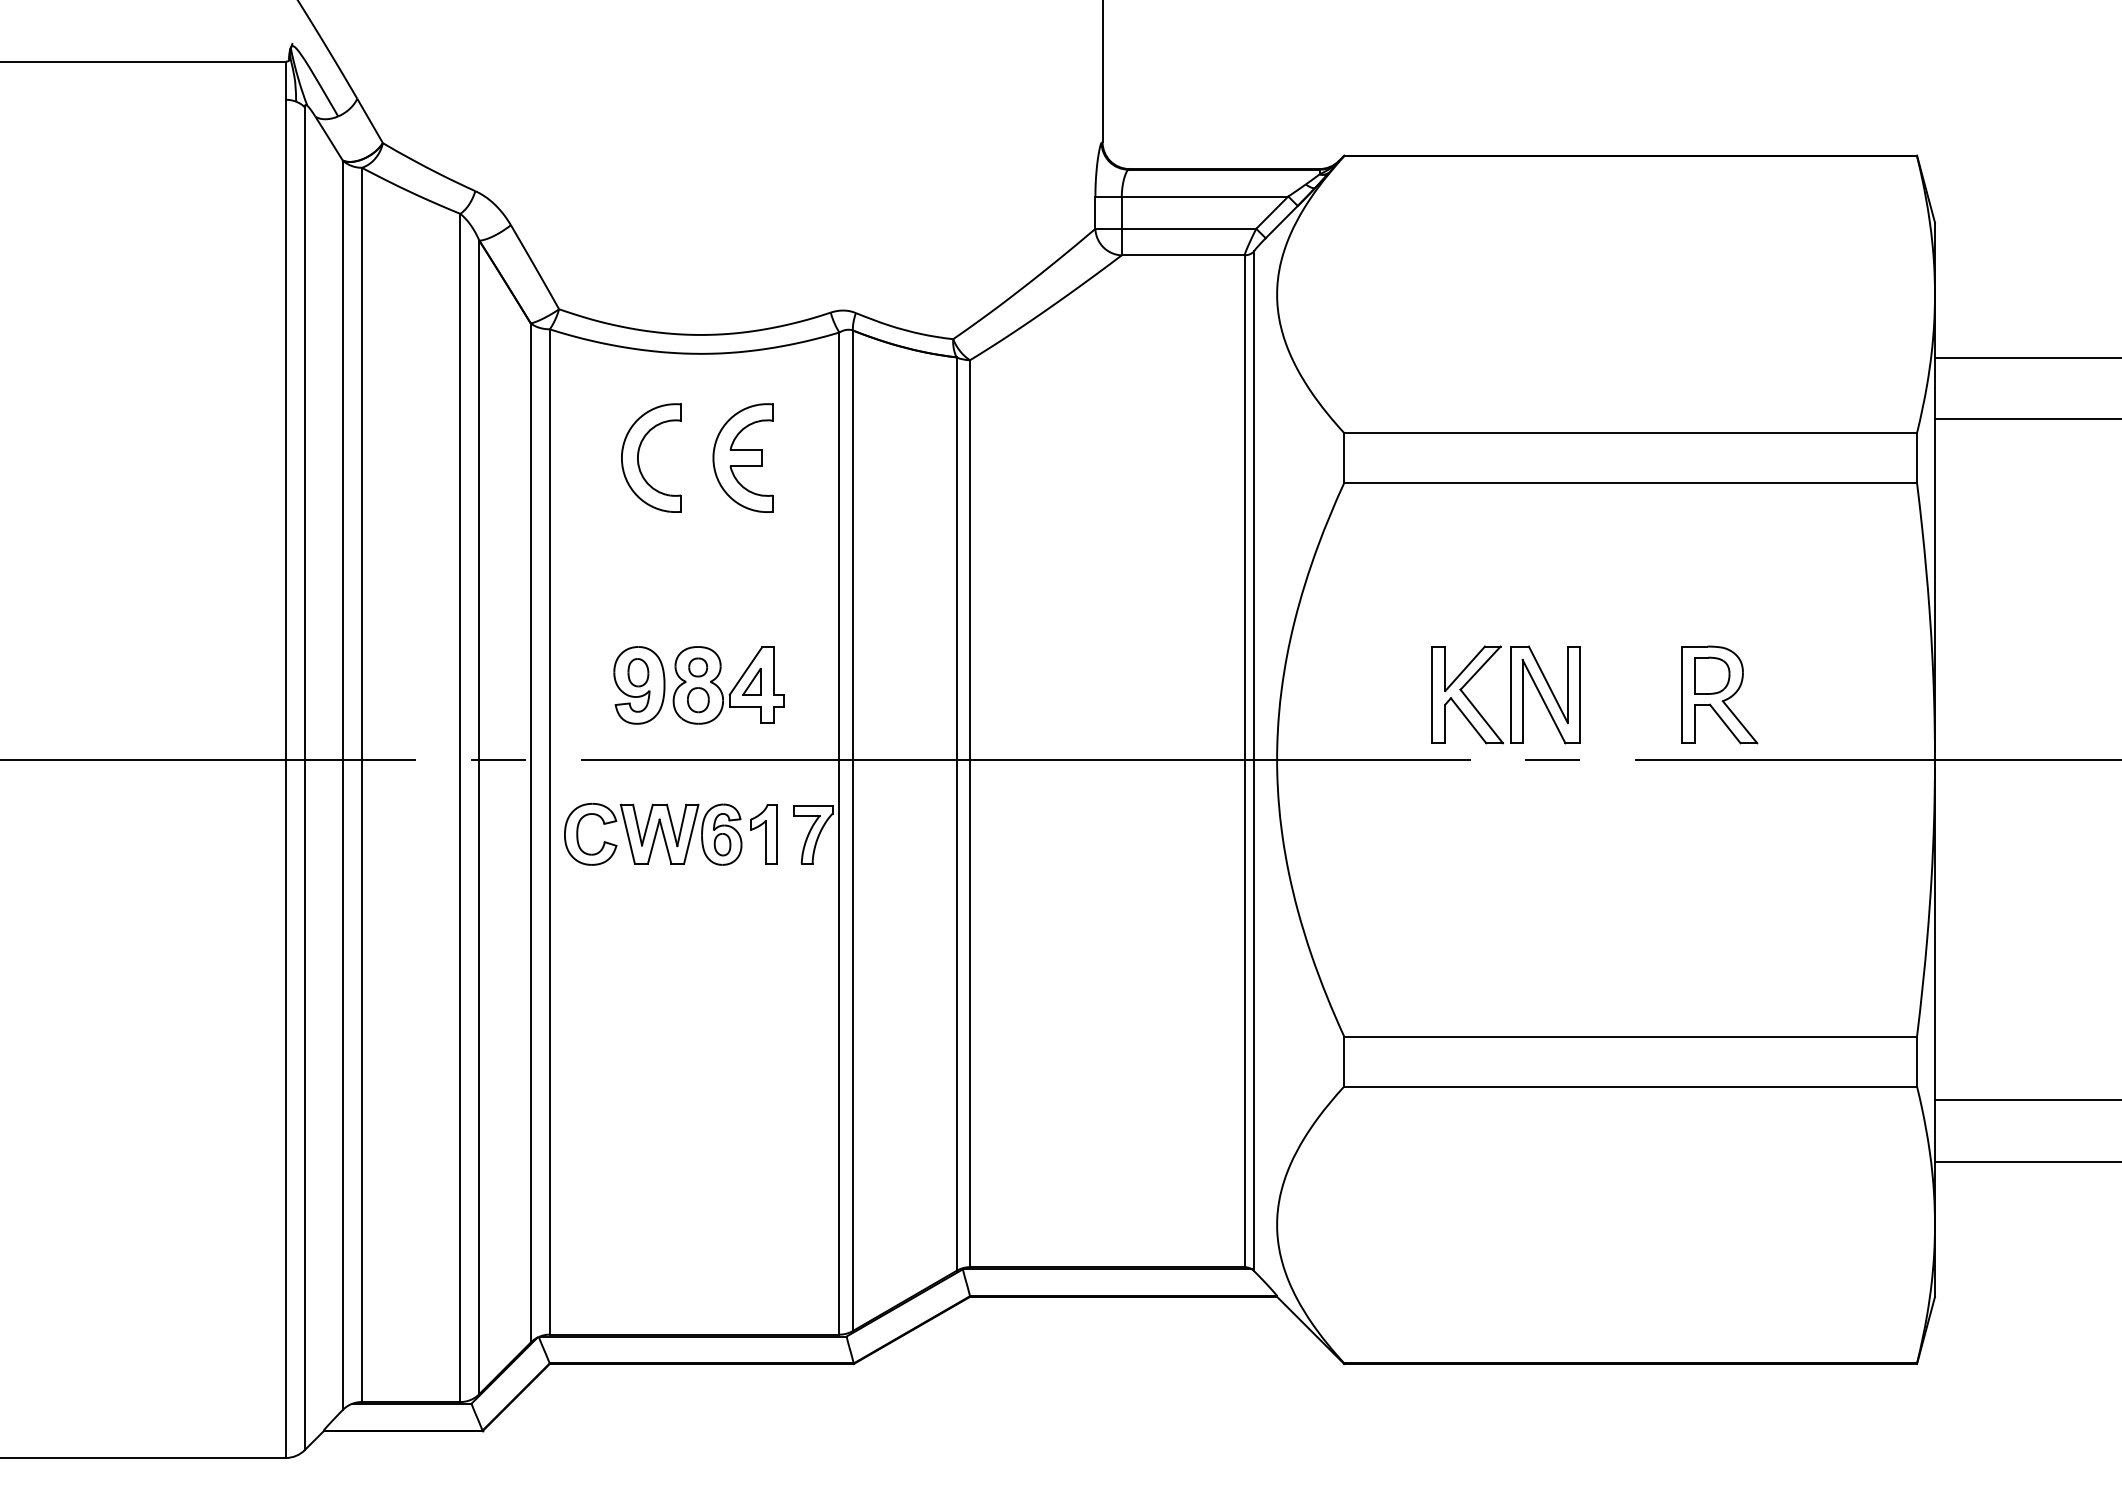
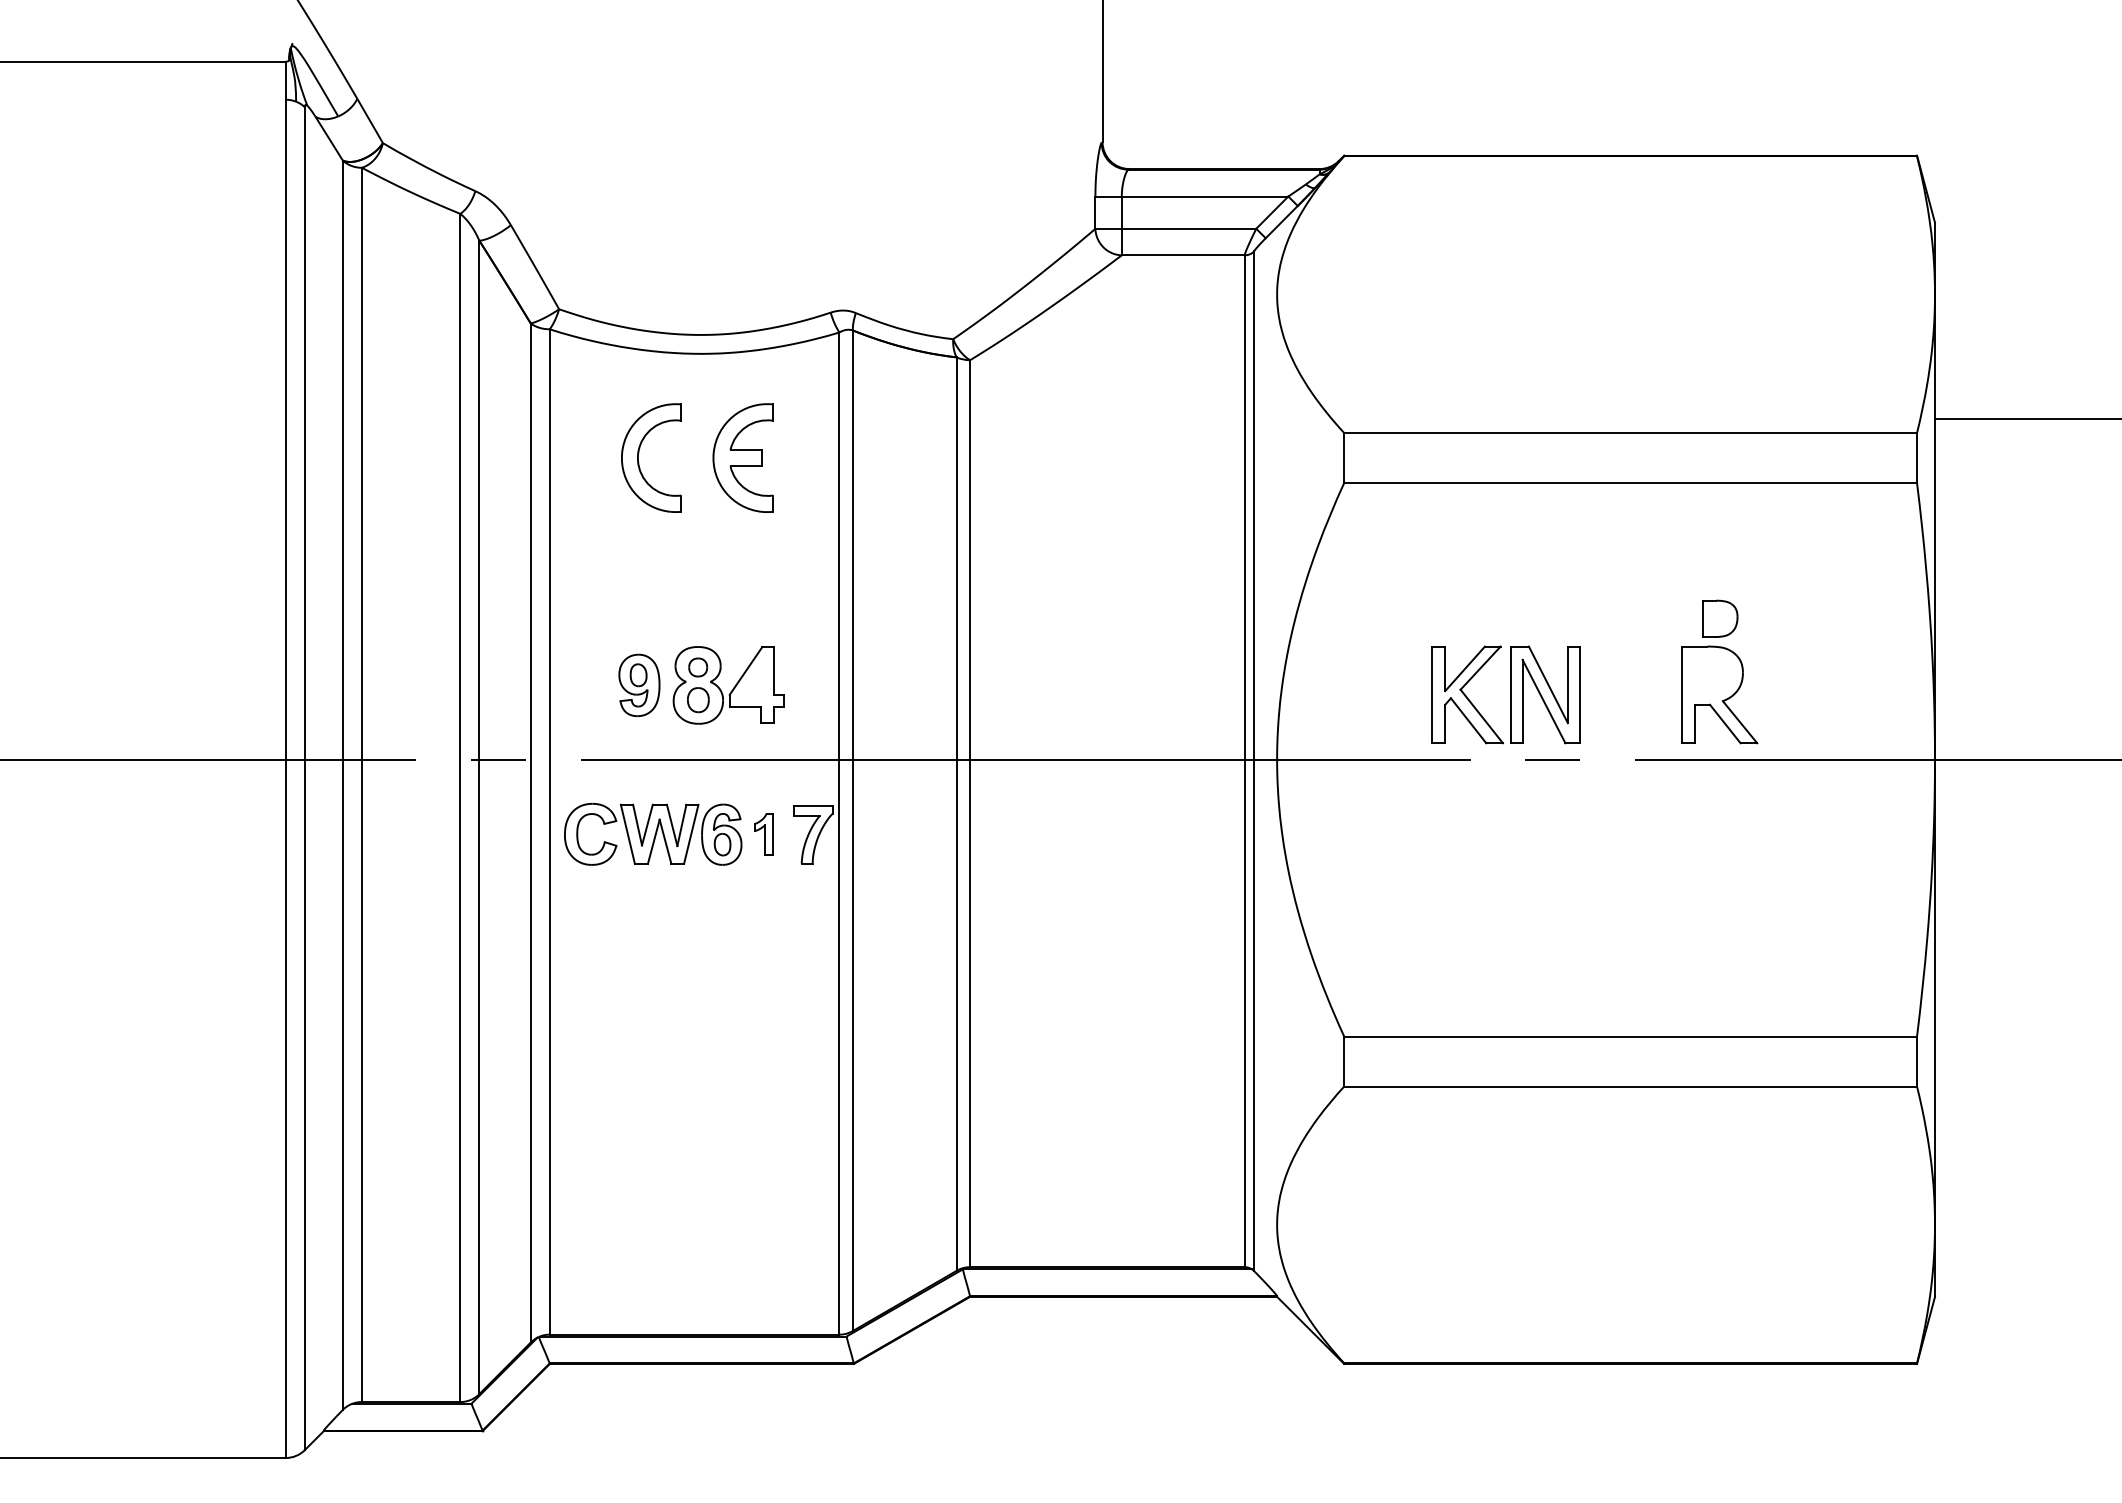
line at (2026, 357): present -> none
part at (1712, 675) position: (1712, 675) -> (1720, 618)
part at (751, 681): present -> none
part at (639, 685) size: 53x79 px -> 43x64 px
part at (763, 834) size: 28x61 px -> 20x43 px
line at (2026, 1100): present -> none
line at (2026, 1161): present -> none
